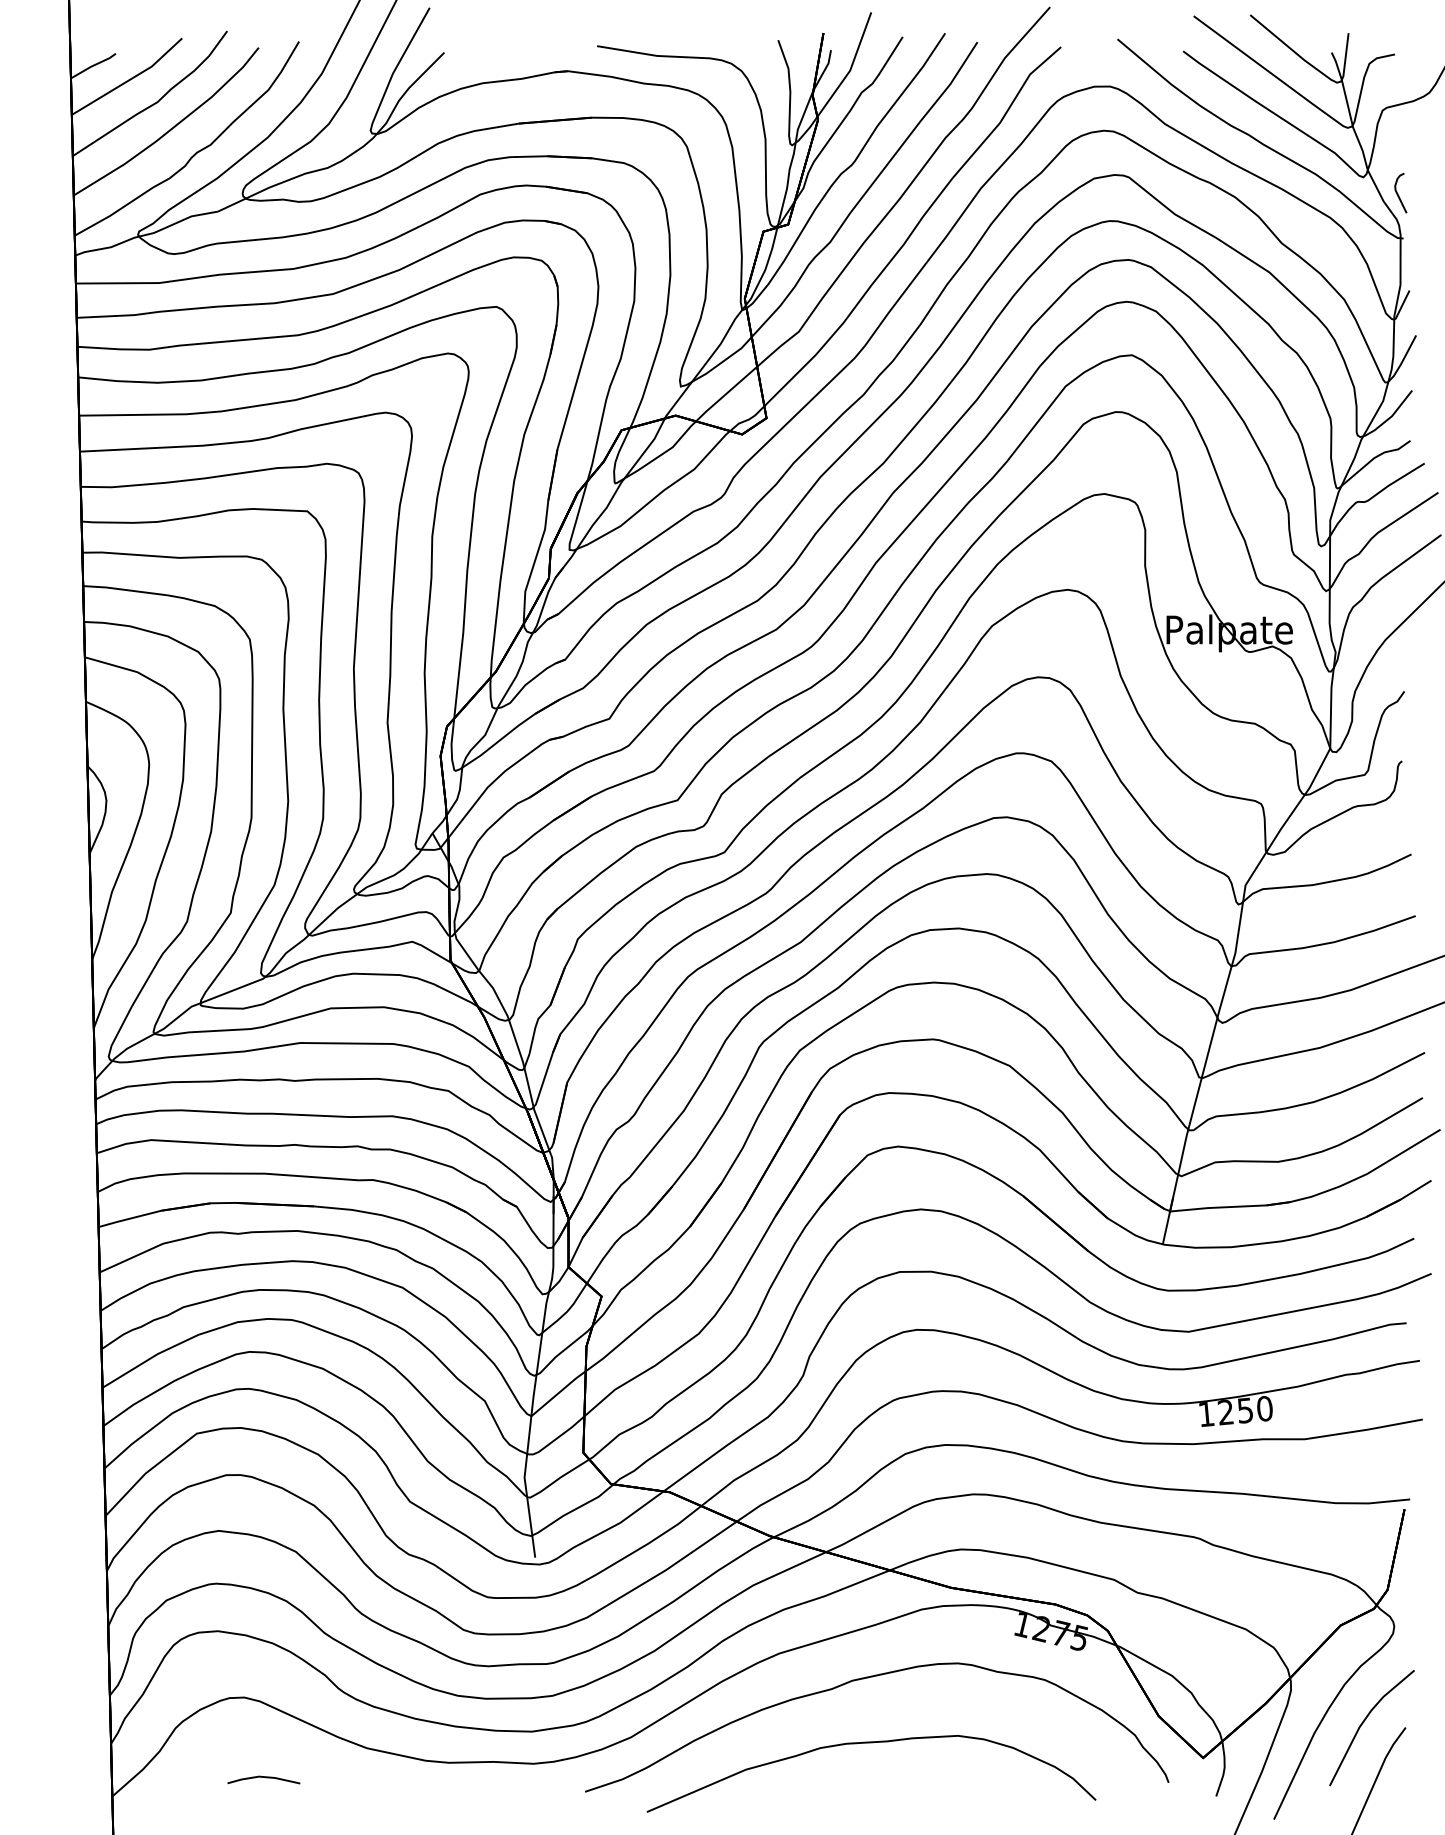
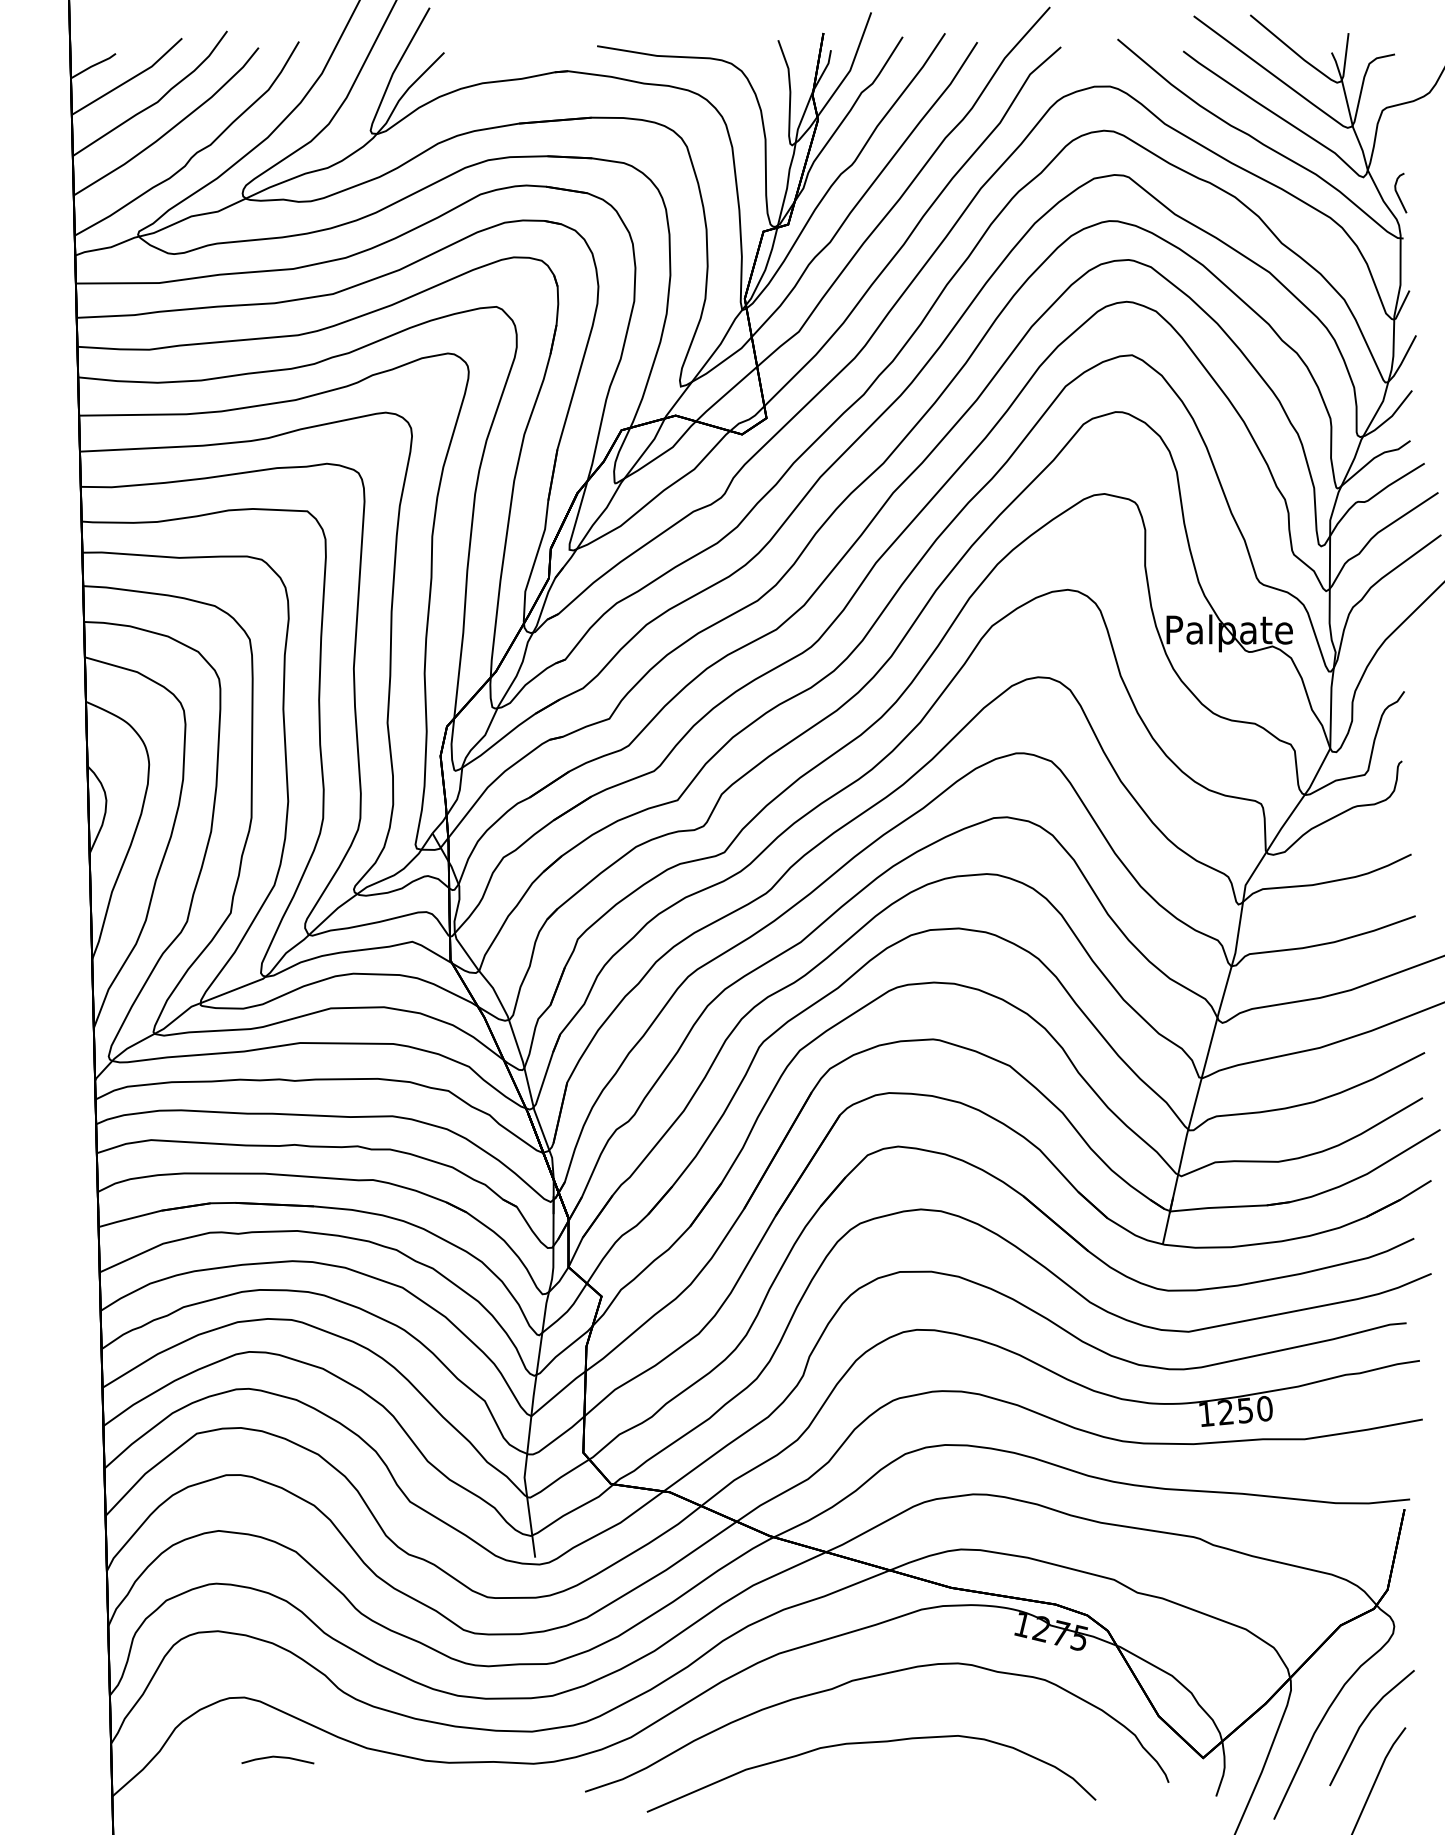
line at (263, 1777) position: (263, 1777) -> (277, 1757)
